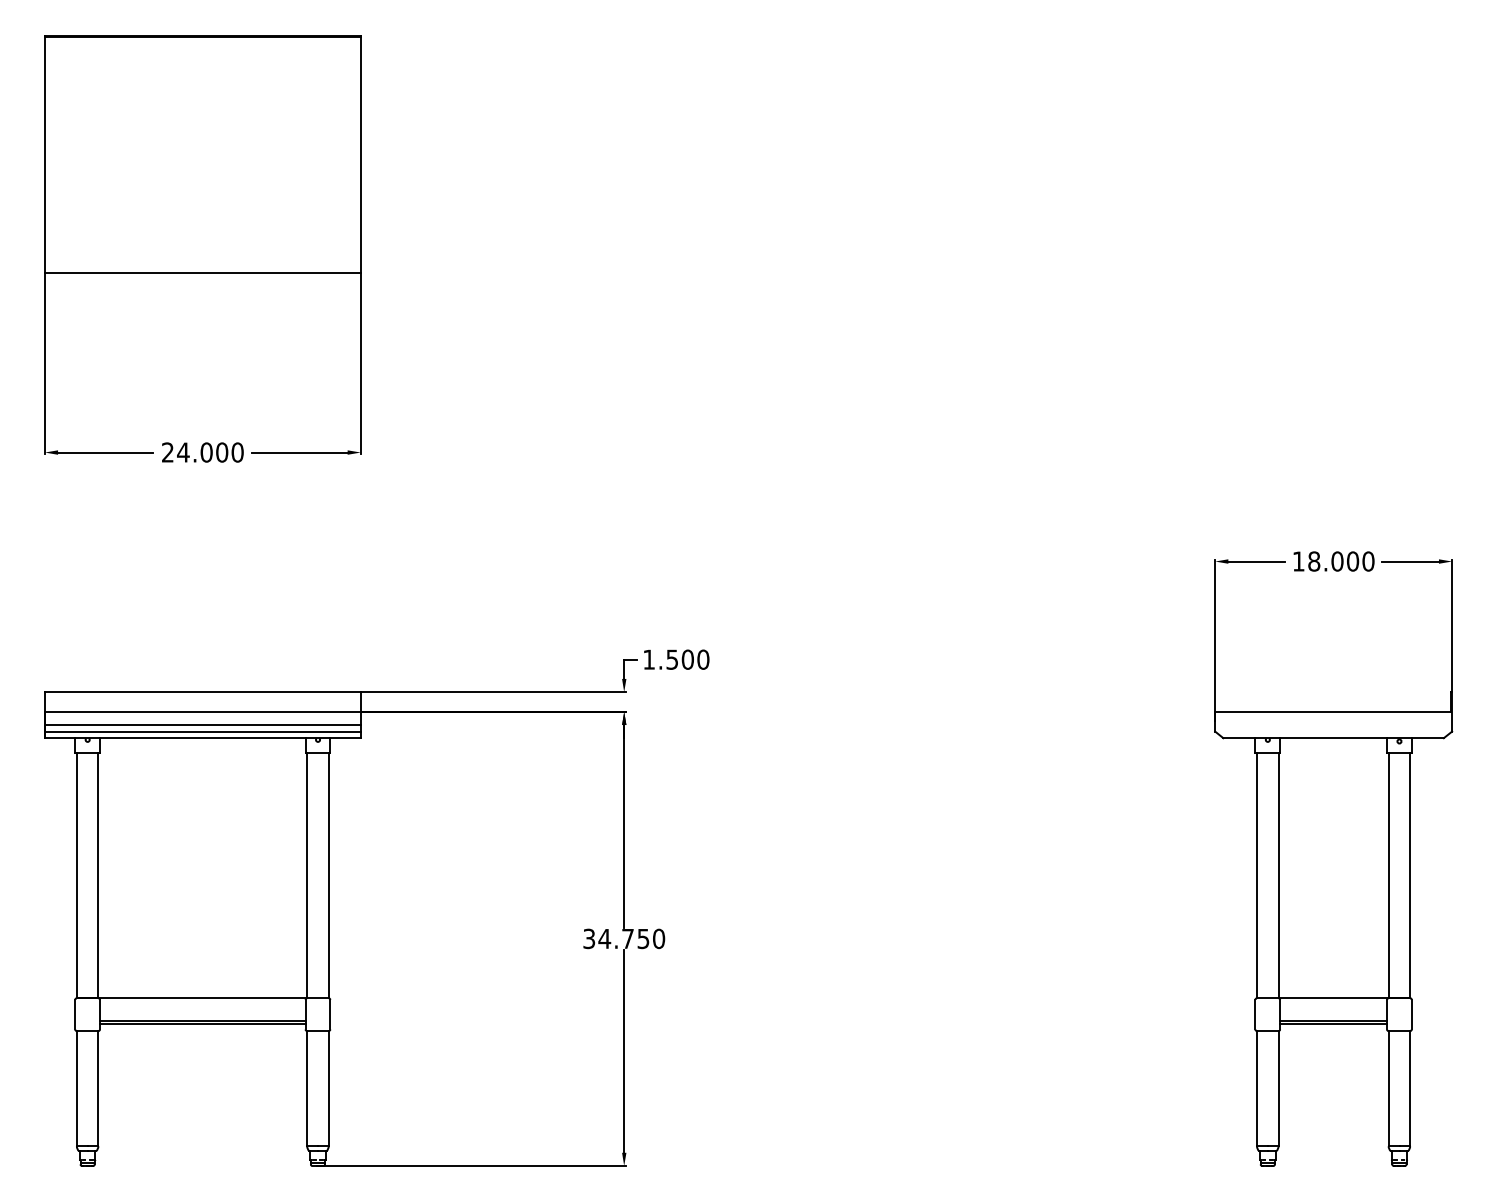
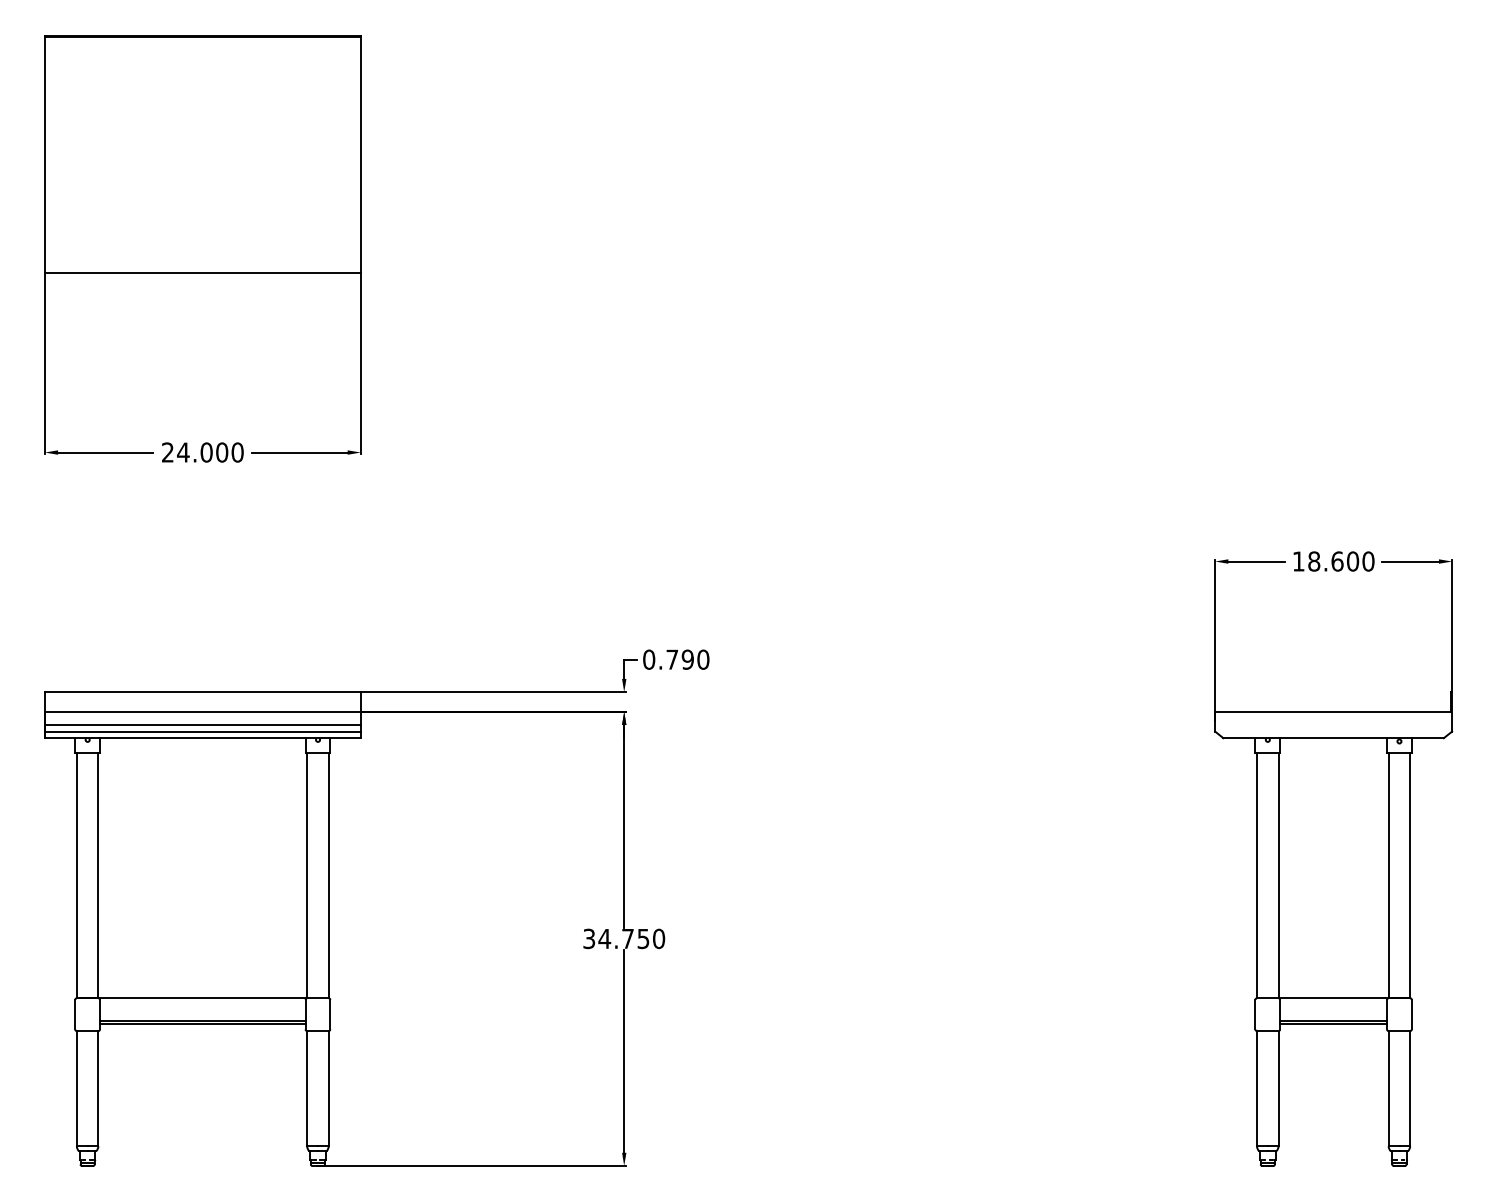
text at (1337, 561): 18.000 -> 18.600
text at (668, 659): 1.500 -> 0.790
